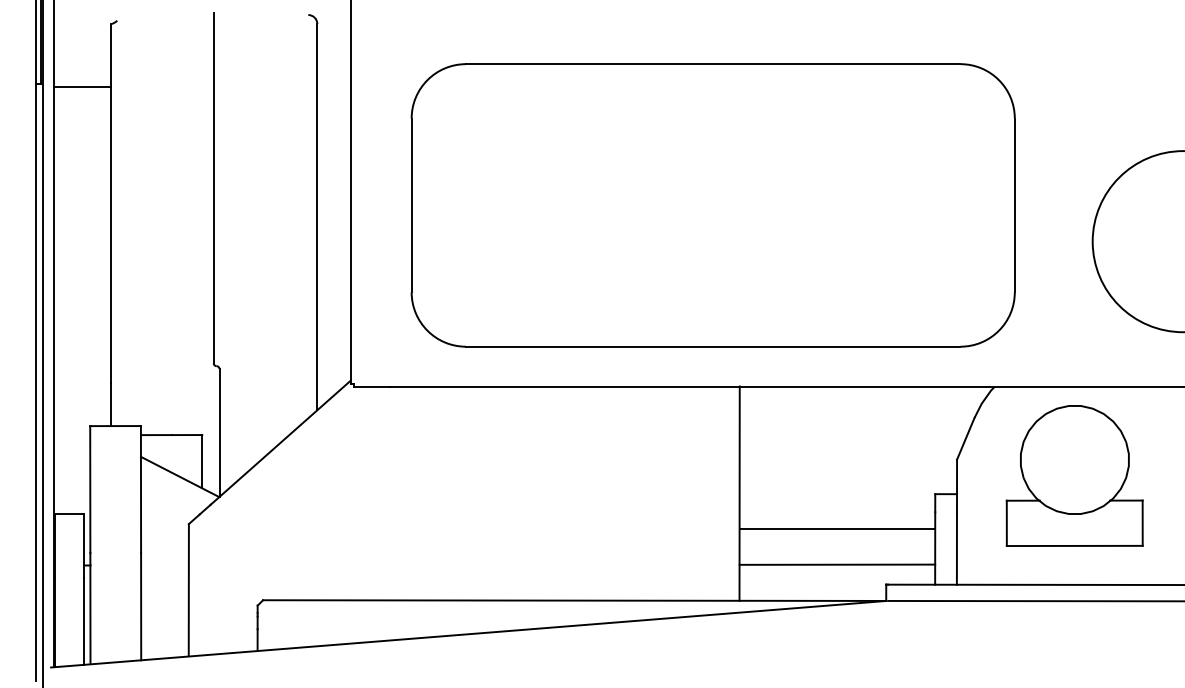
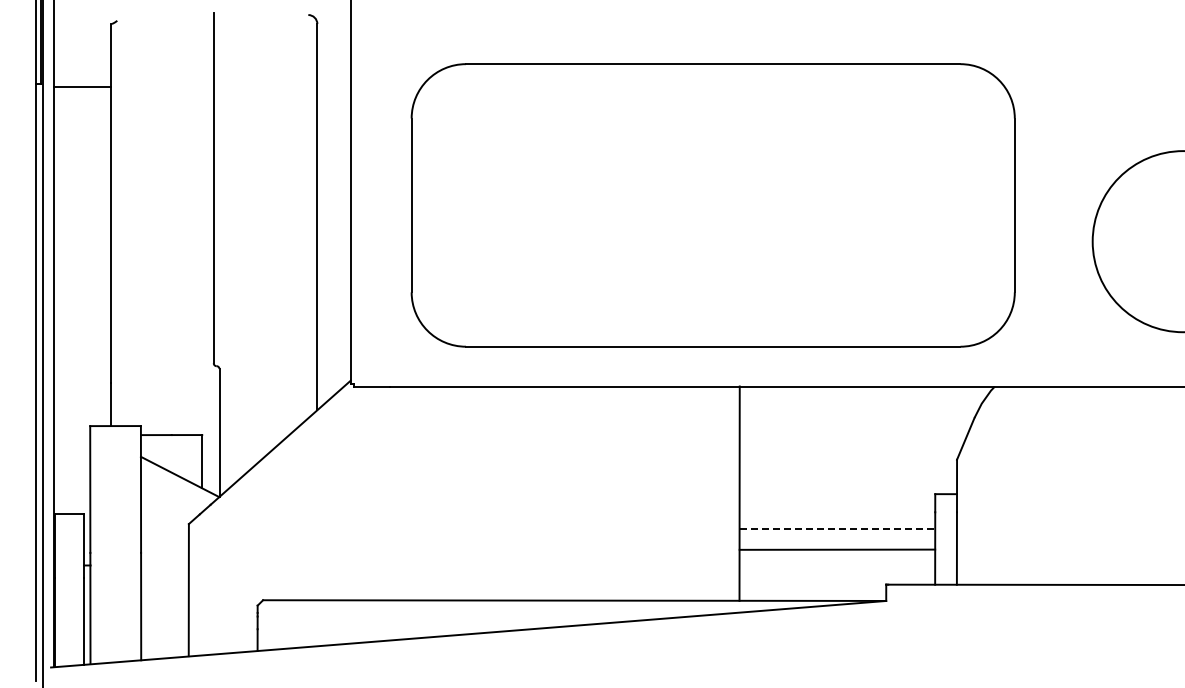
part at (1074, 475): present -> none
line at (837, 528): solid -> dashed
line at (837, 564) position: (837, 564) -> (837, 549)
line at (1034, 600): present -> none
